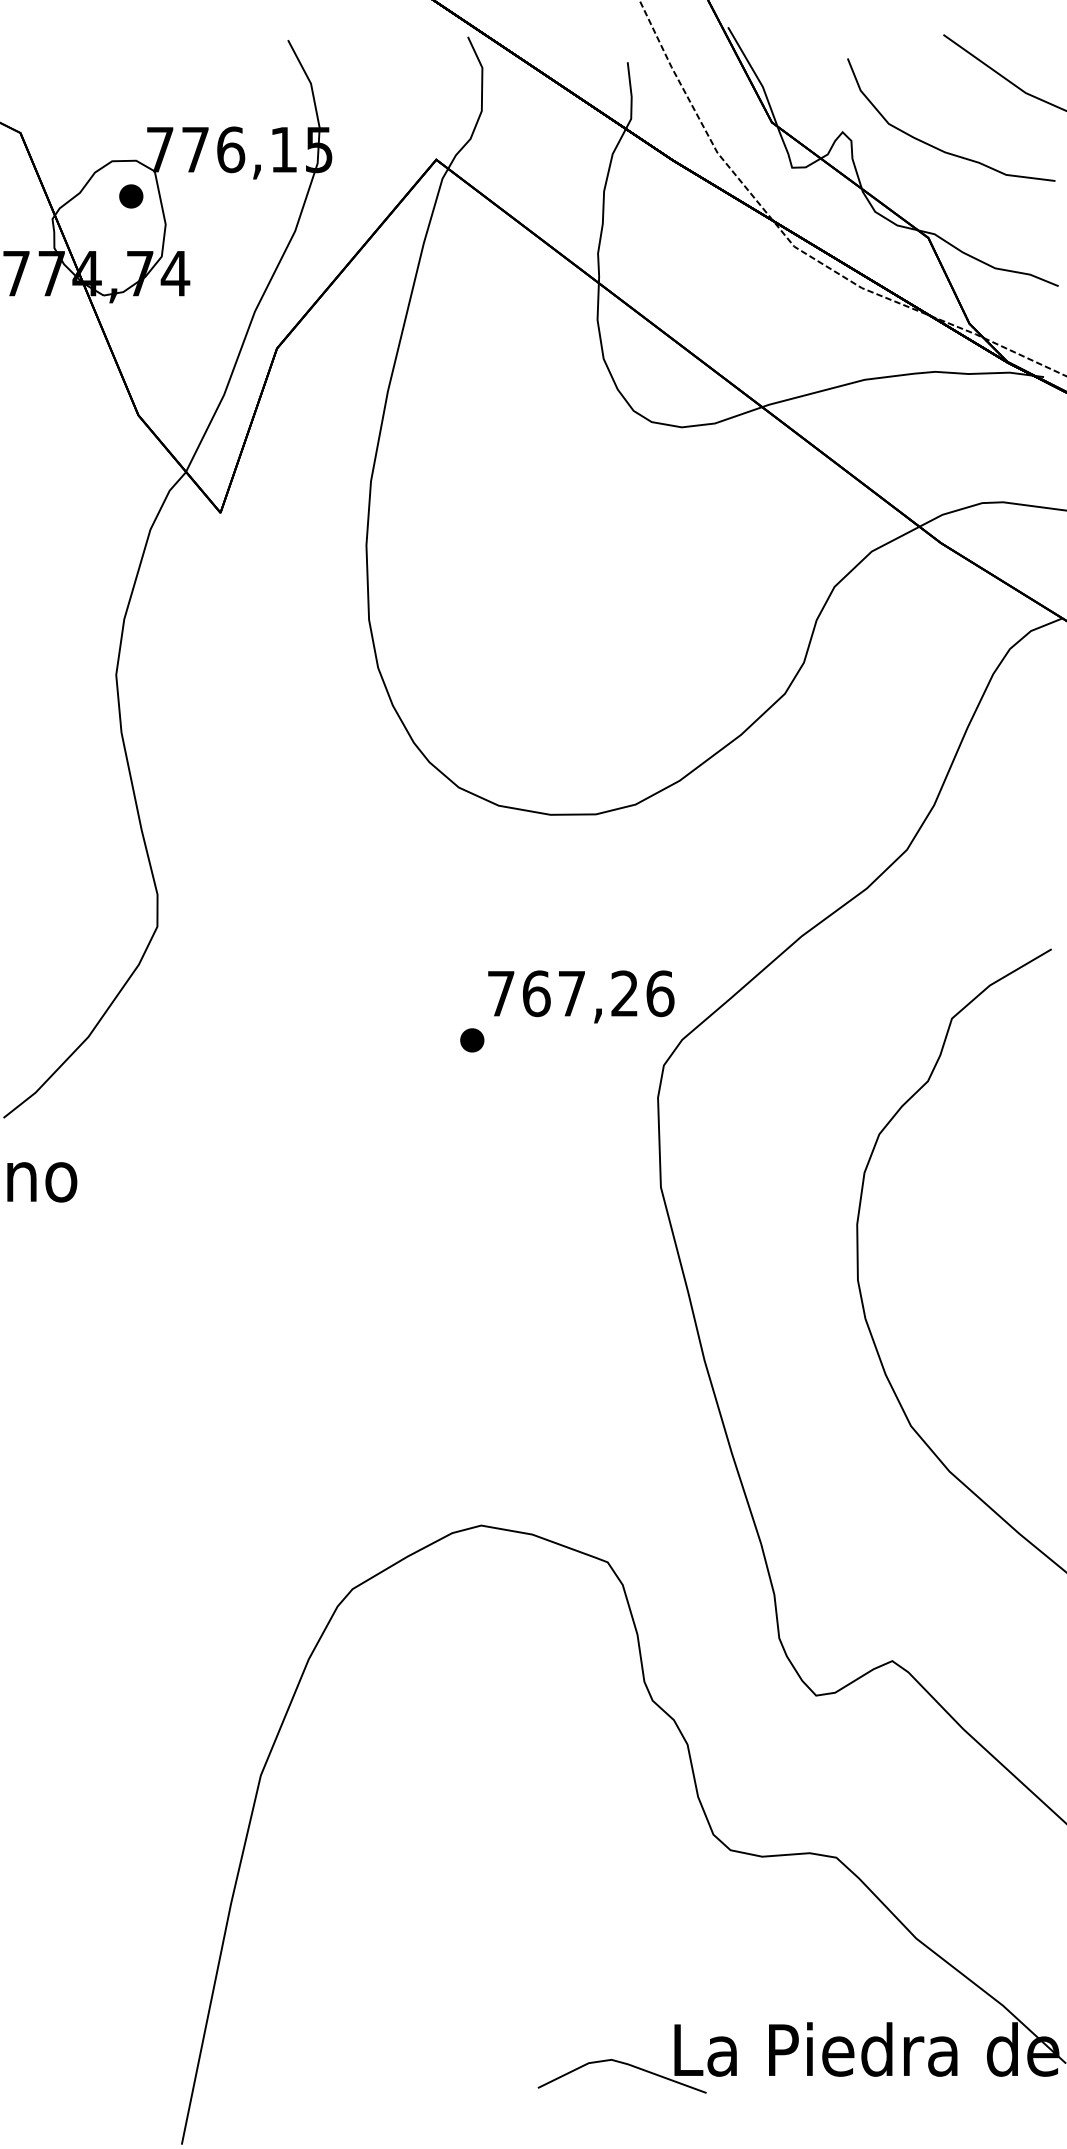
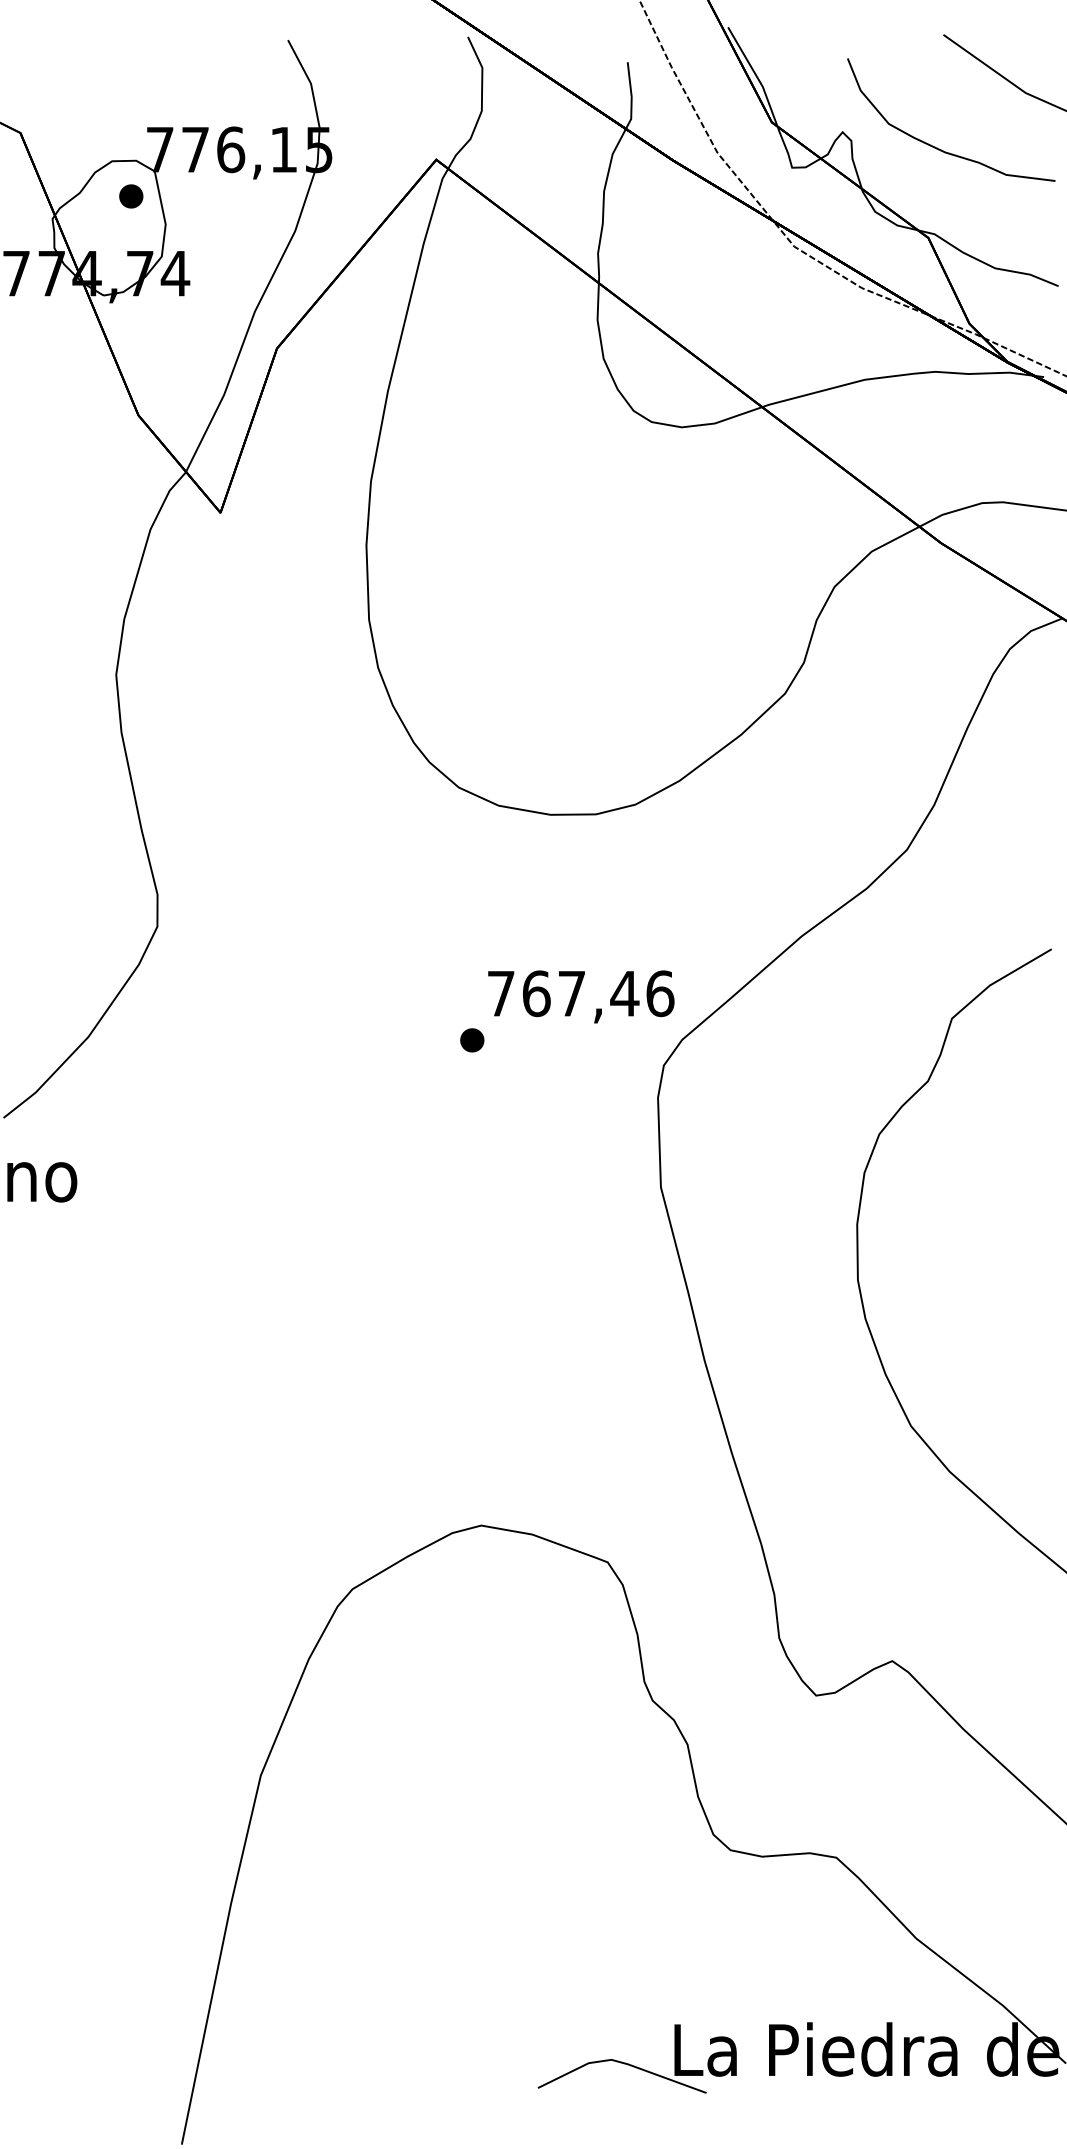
text at (624, 993): 767,26 -> 767,46
